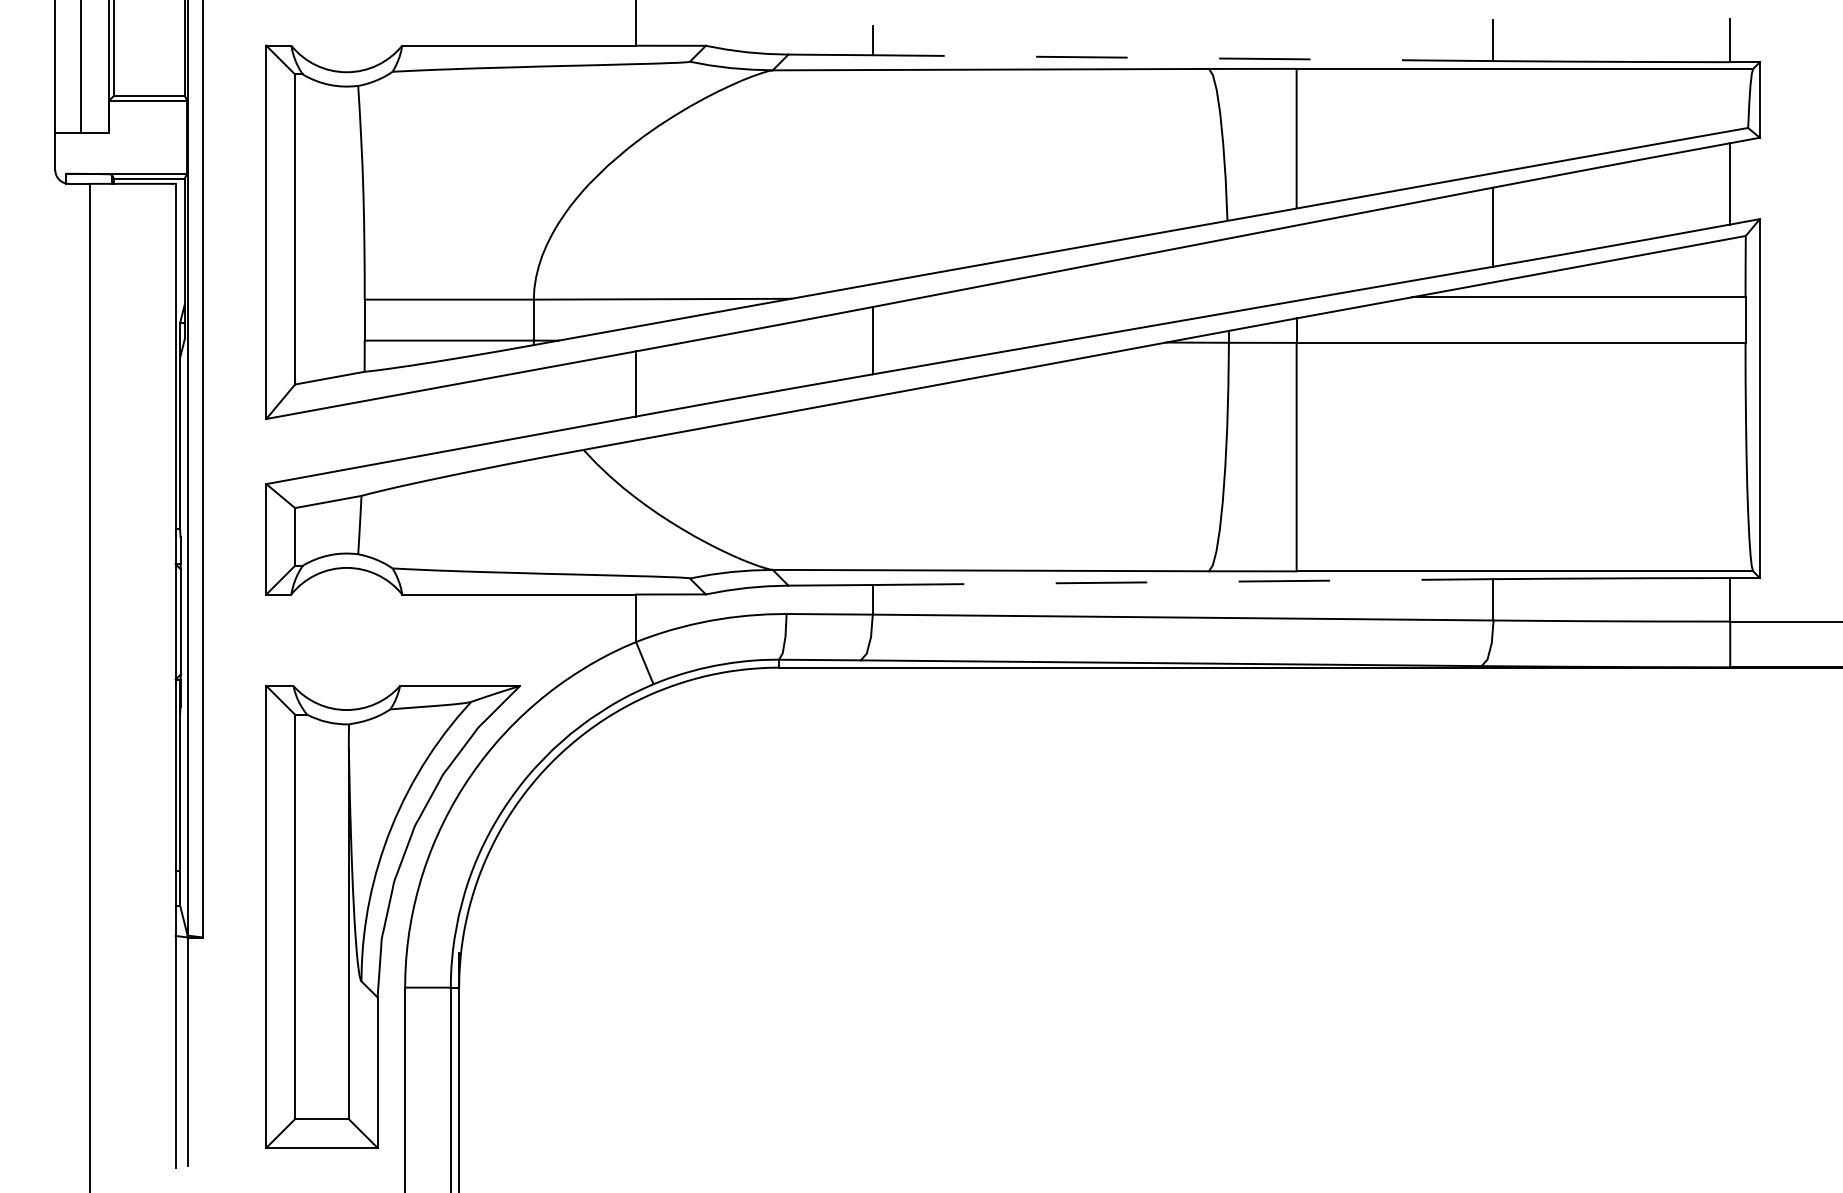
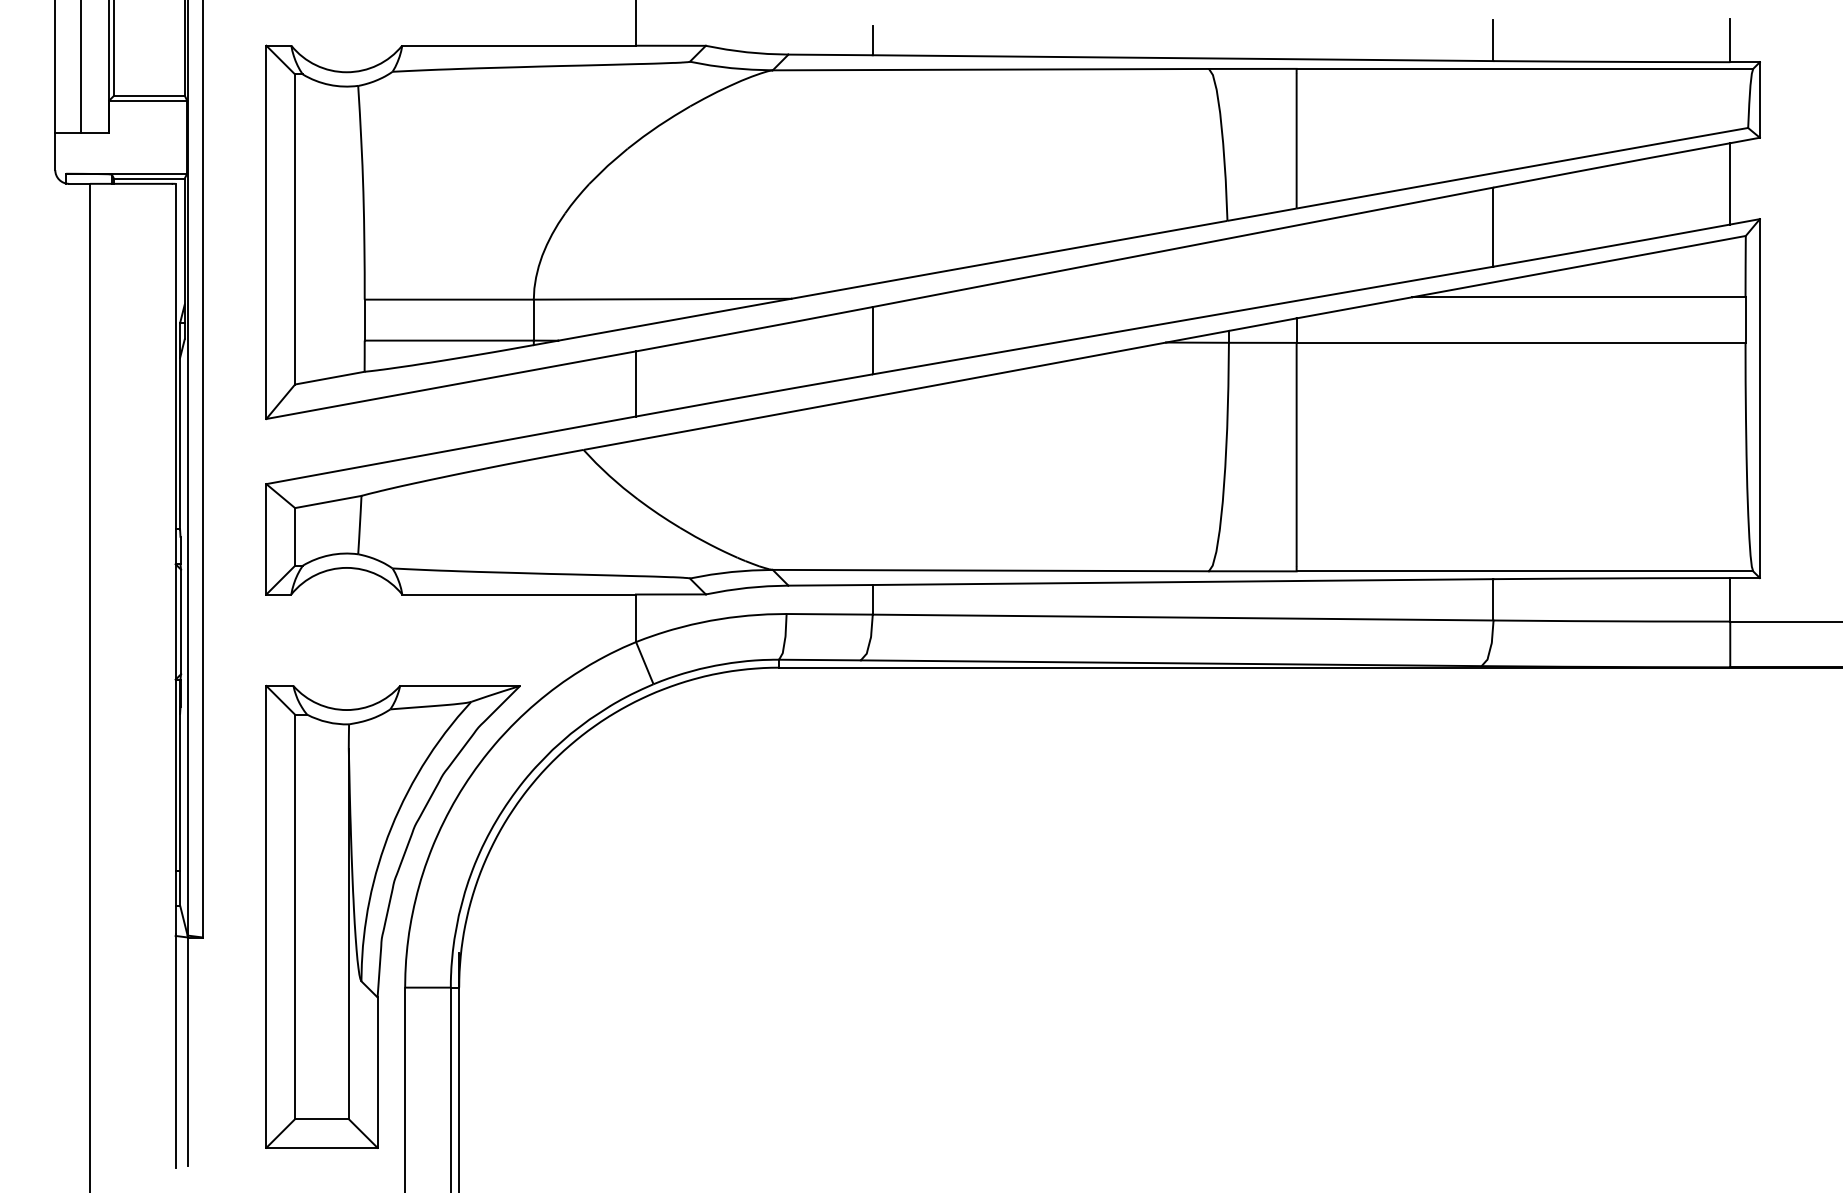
line at (1182, 58): dashed -> solid
line at (1183, 582): dashed -> solid
